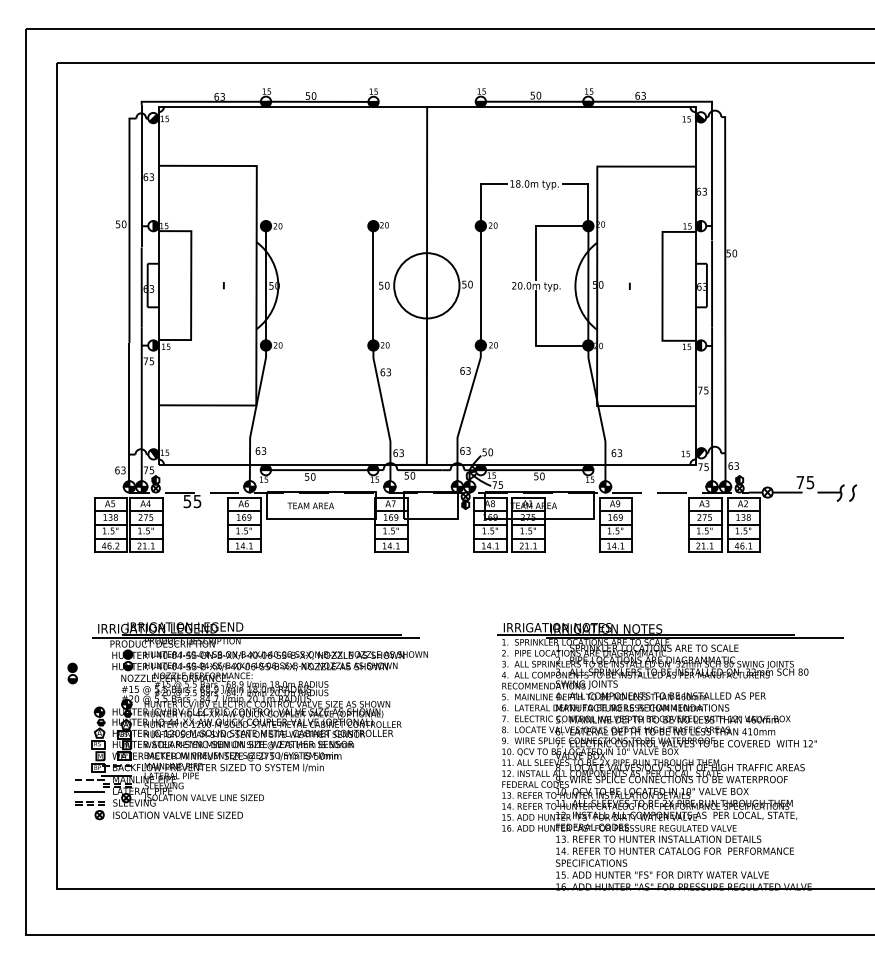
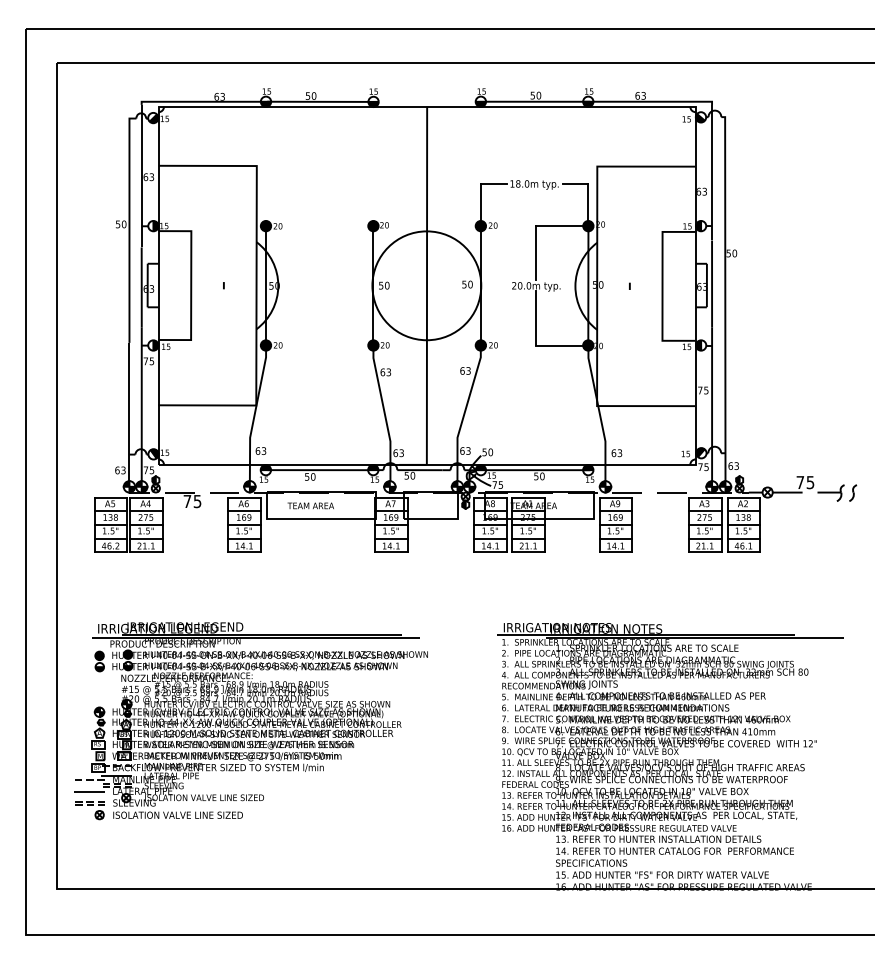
circle at (426, 285) diameter: 65 px -> 109 px
text at (187, 501): 55 -> 75
part at (72, 673) position: (72, 673) -> (99, 661)
